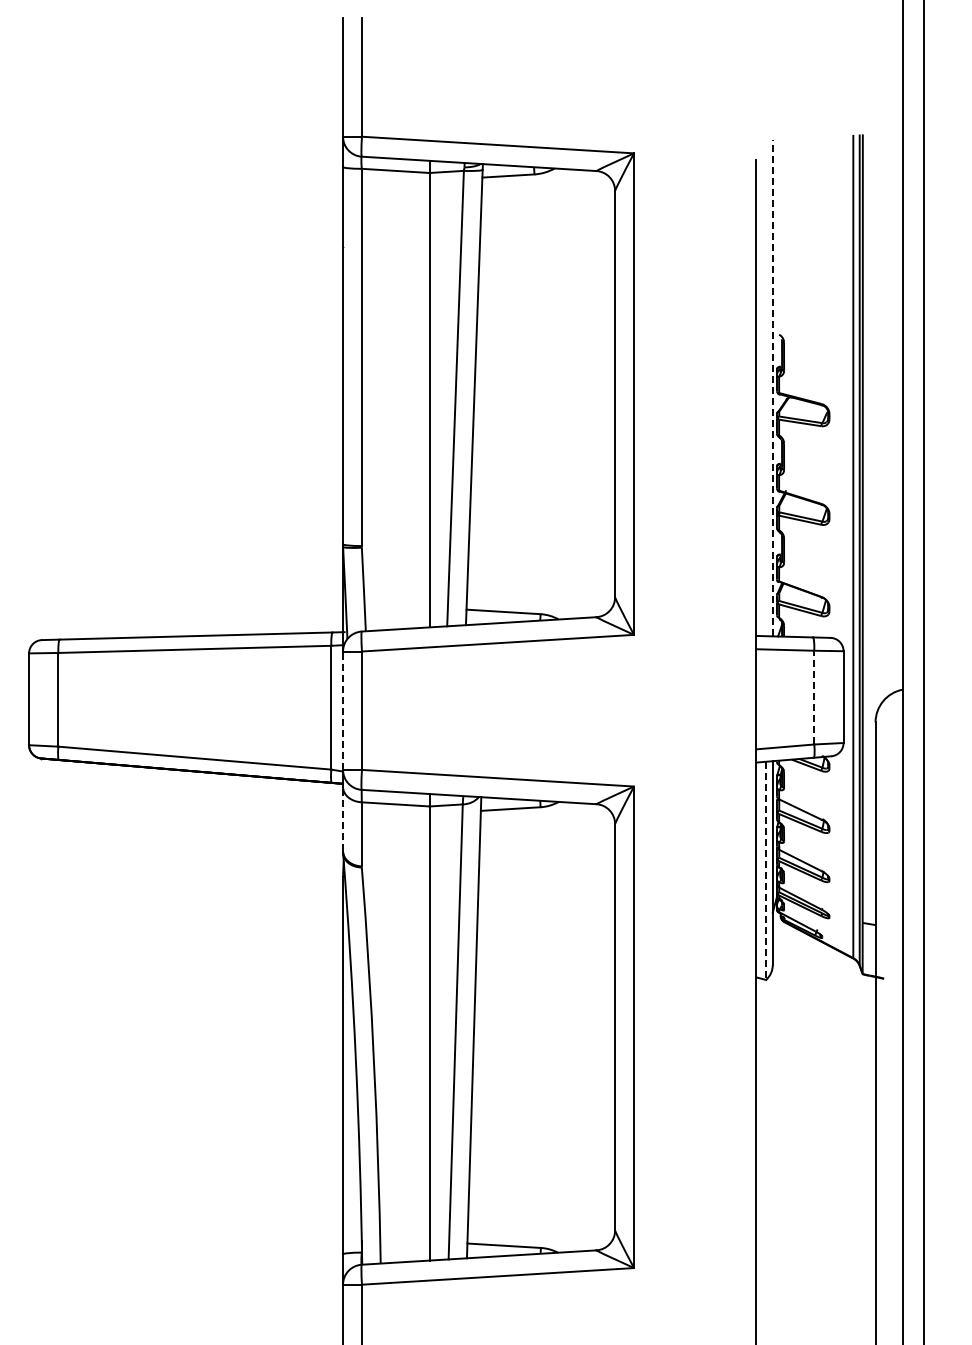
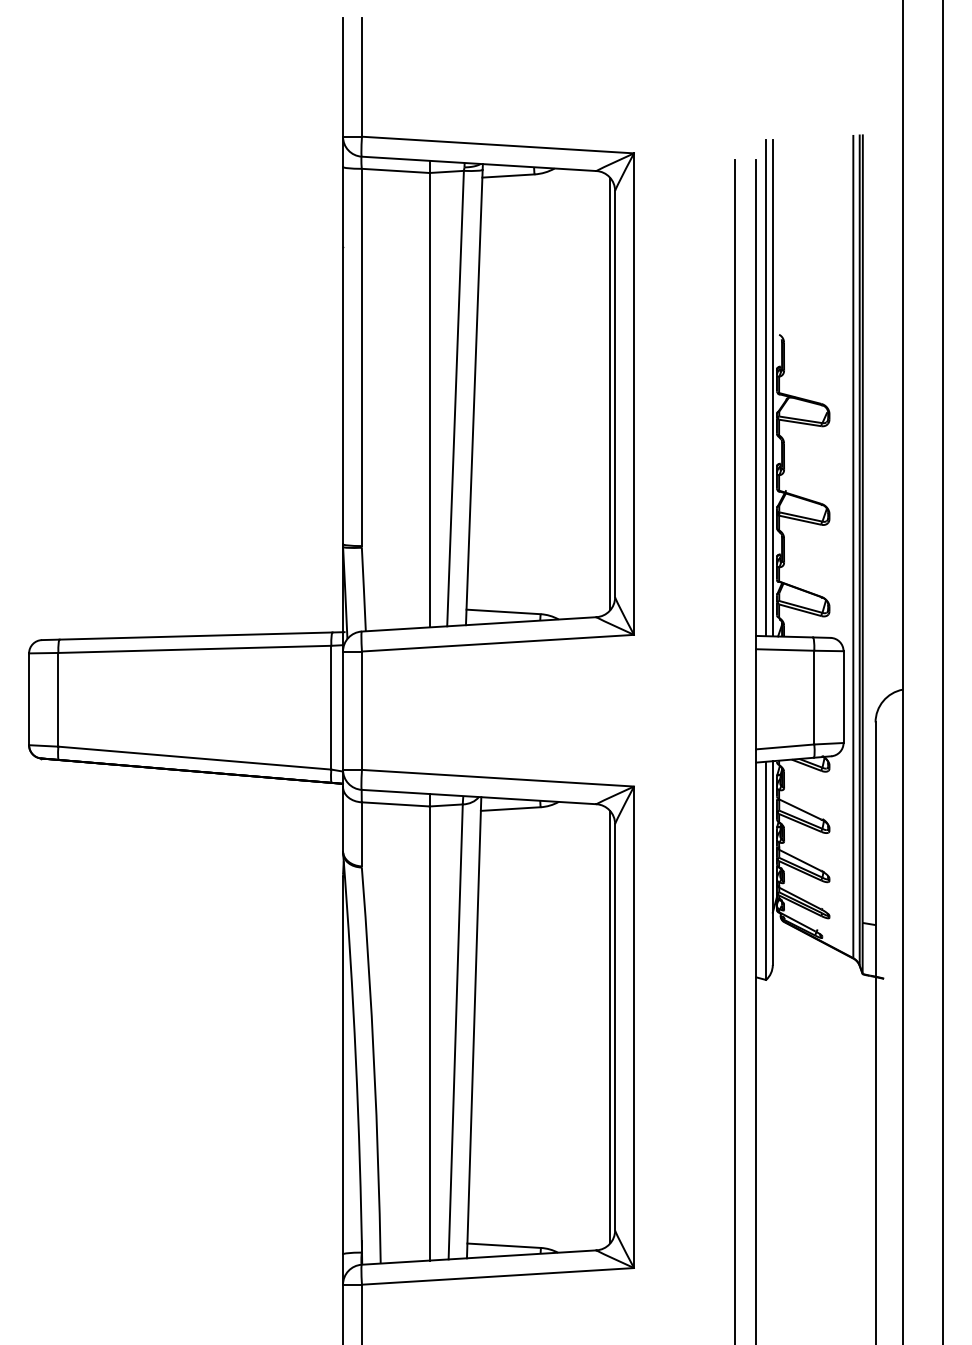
line at (772, 387): dashed -> solid
line at (766, 388): none -> present
line at (610, 393): none -> present
line at (923, 671) position: (923, 671) -> (942, 671)
line at (814, 697): dashed -> solid
line at (343, 710): dashed -> solid
line at (735, 750): none -> present
line at (343, 818): dashed -> solid
line at (766, 871): dashed -> solid
line at (610, 1027): none -> present
